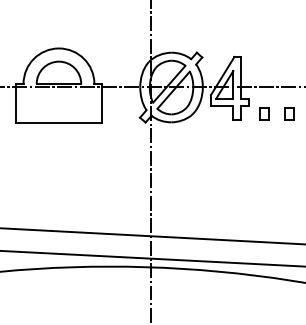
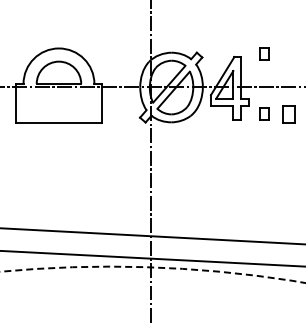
part at (264, 53): none -> present
part at (289, 113) size: 11x14 px -> 14x19 px
arc at (152, 267): solid -> dashed
